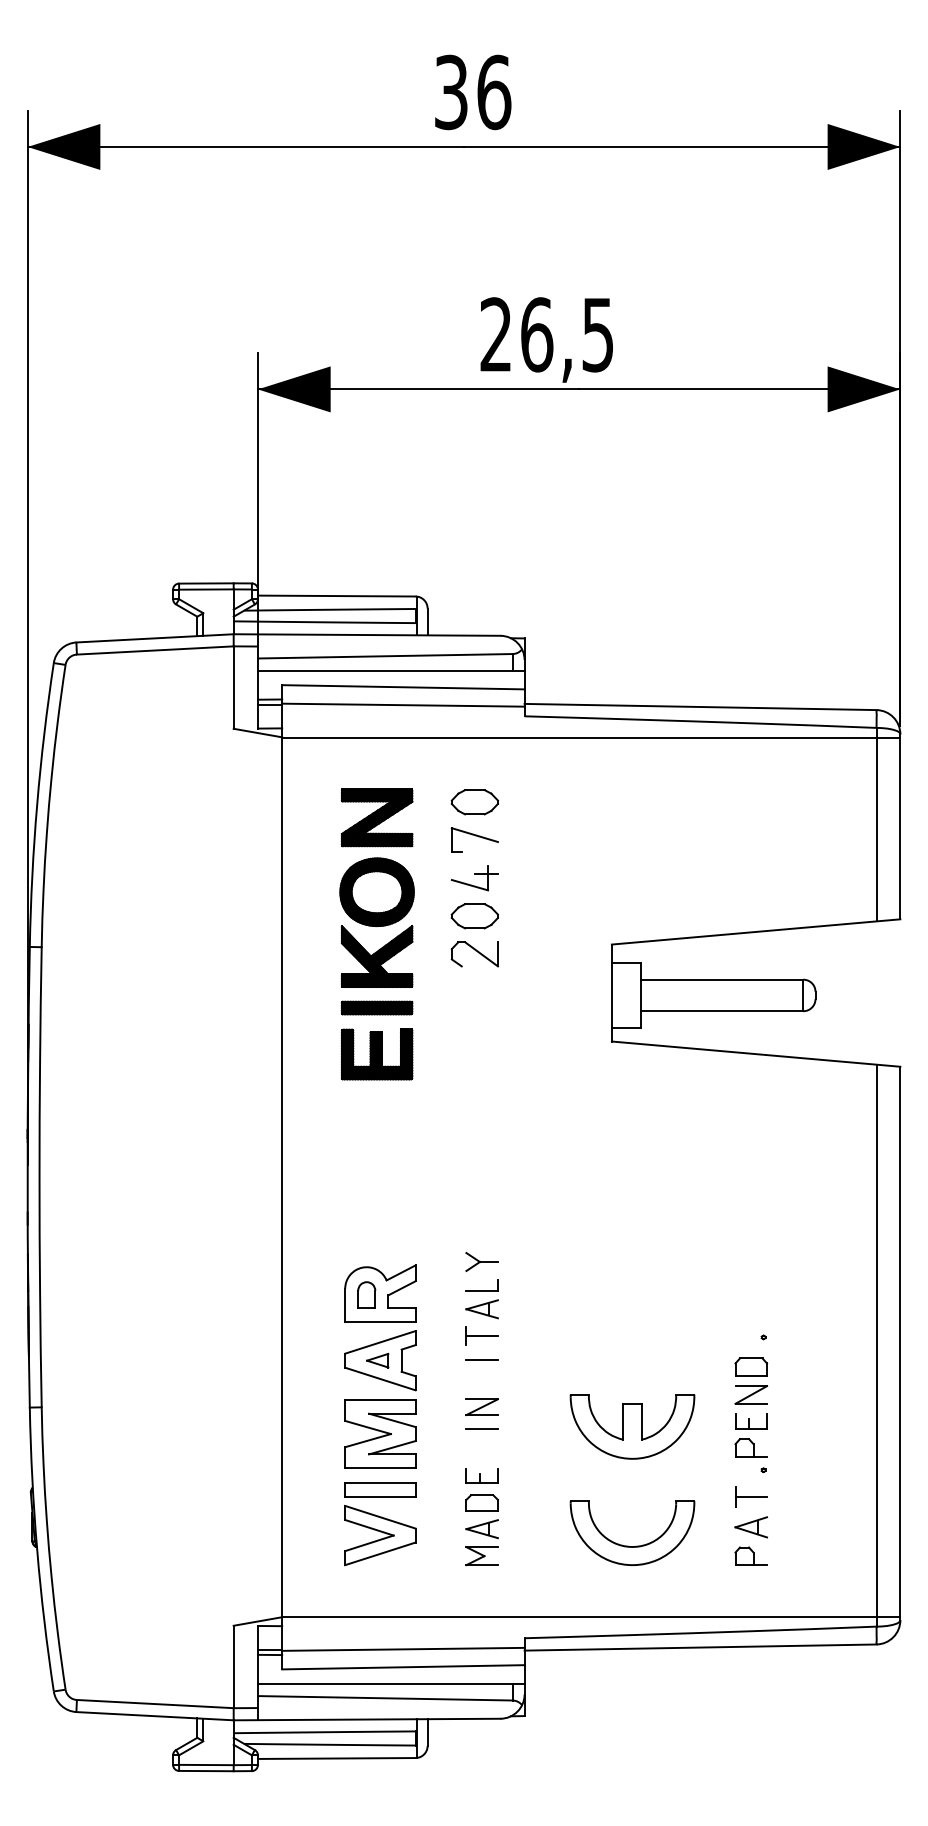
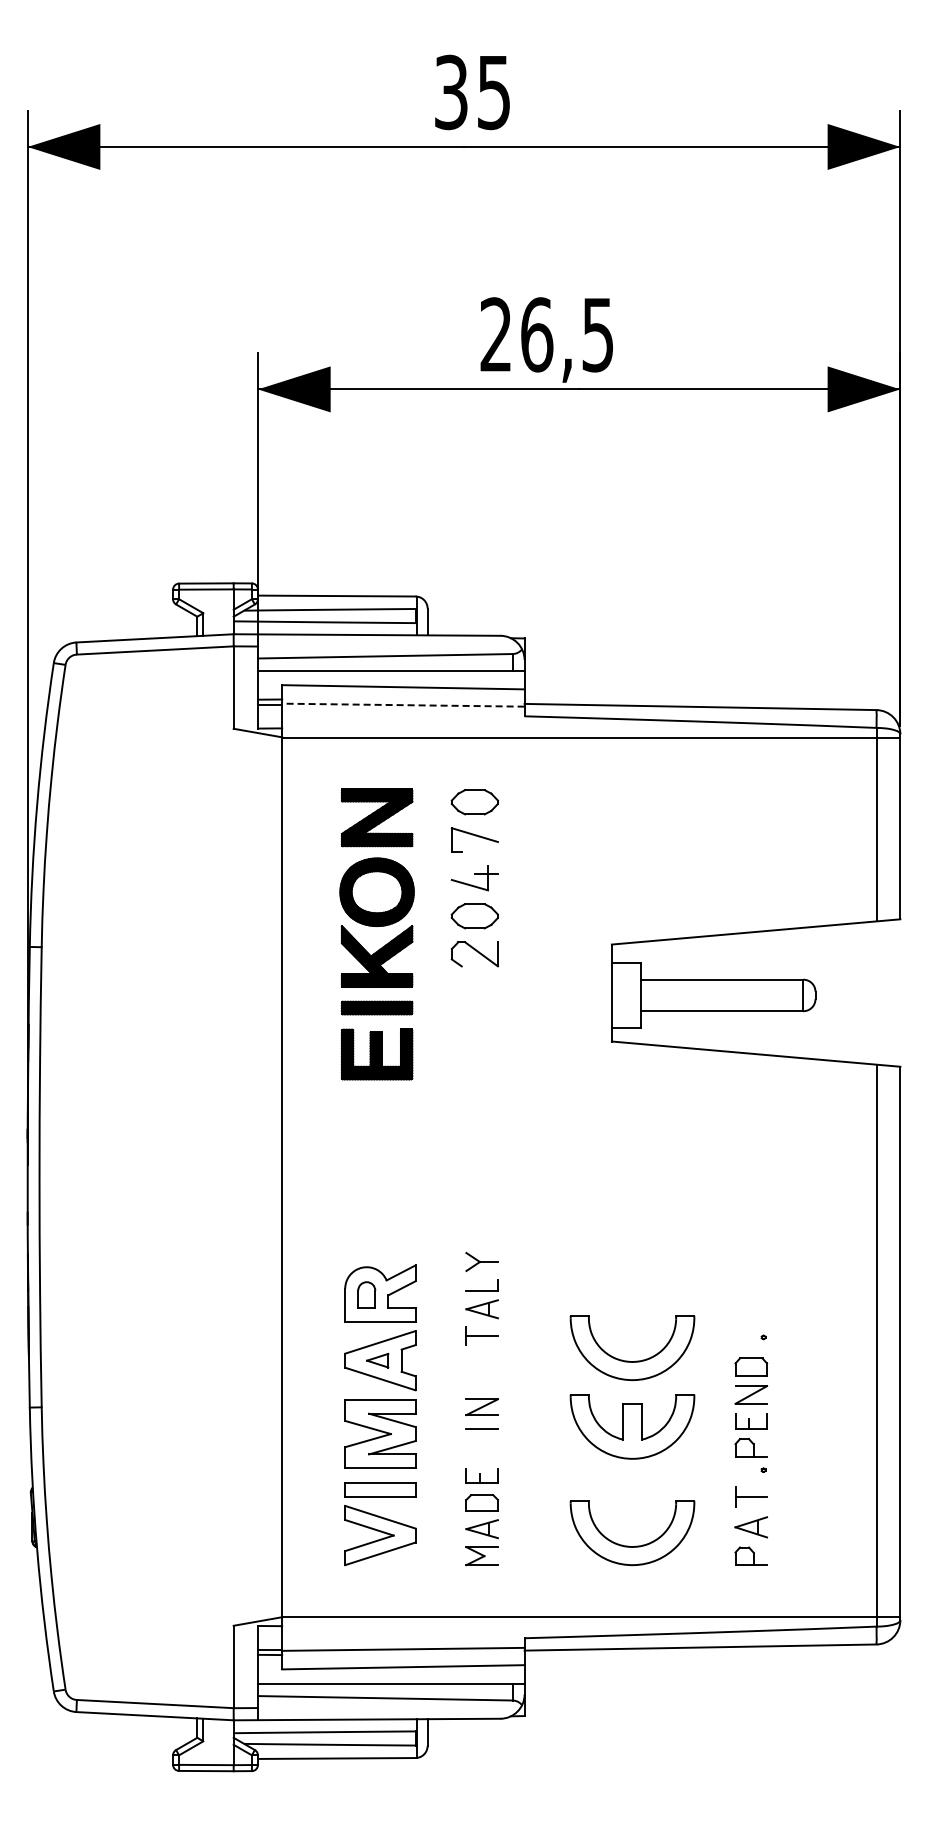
text at (494, 92): 36 -> 35
line at (402, 705): solid -> dashed
line at (481, 1359): present -> none
part at (628, 1360): none -> present
